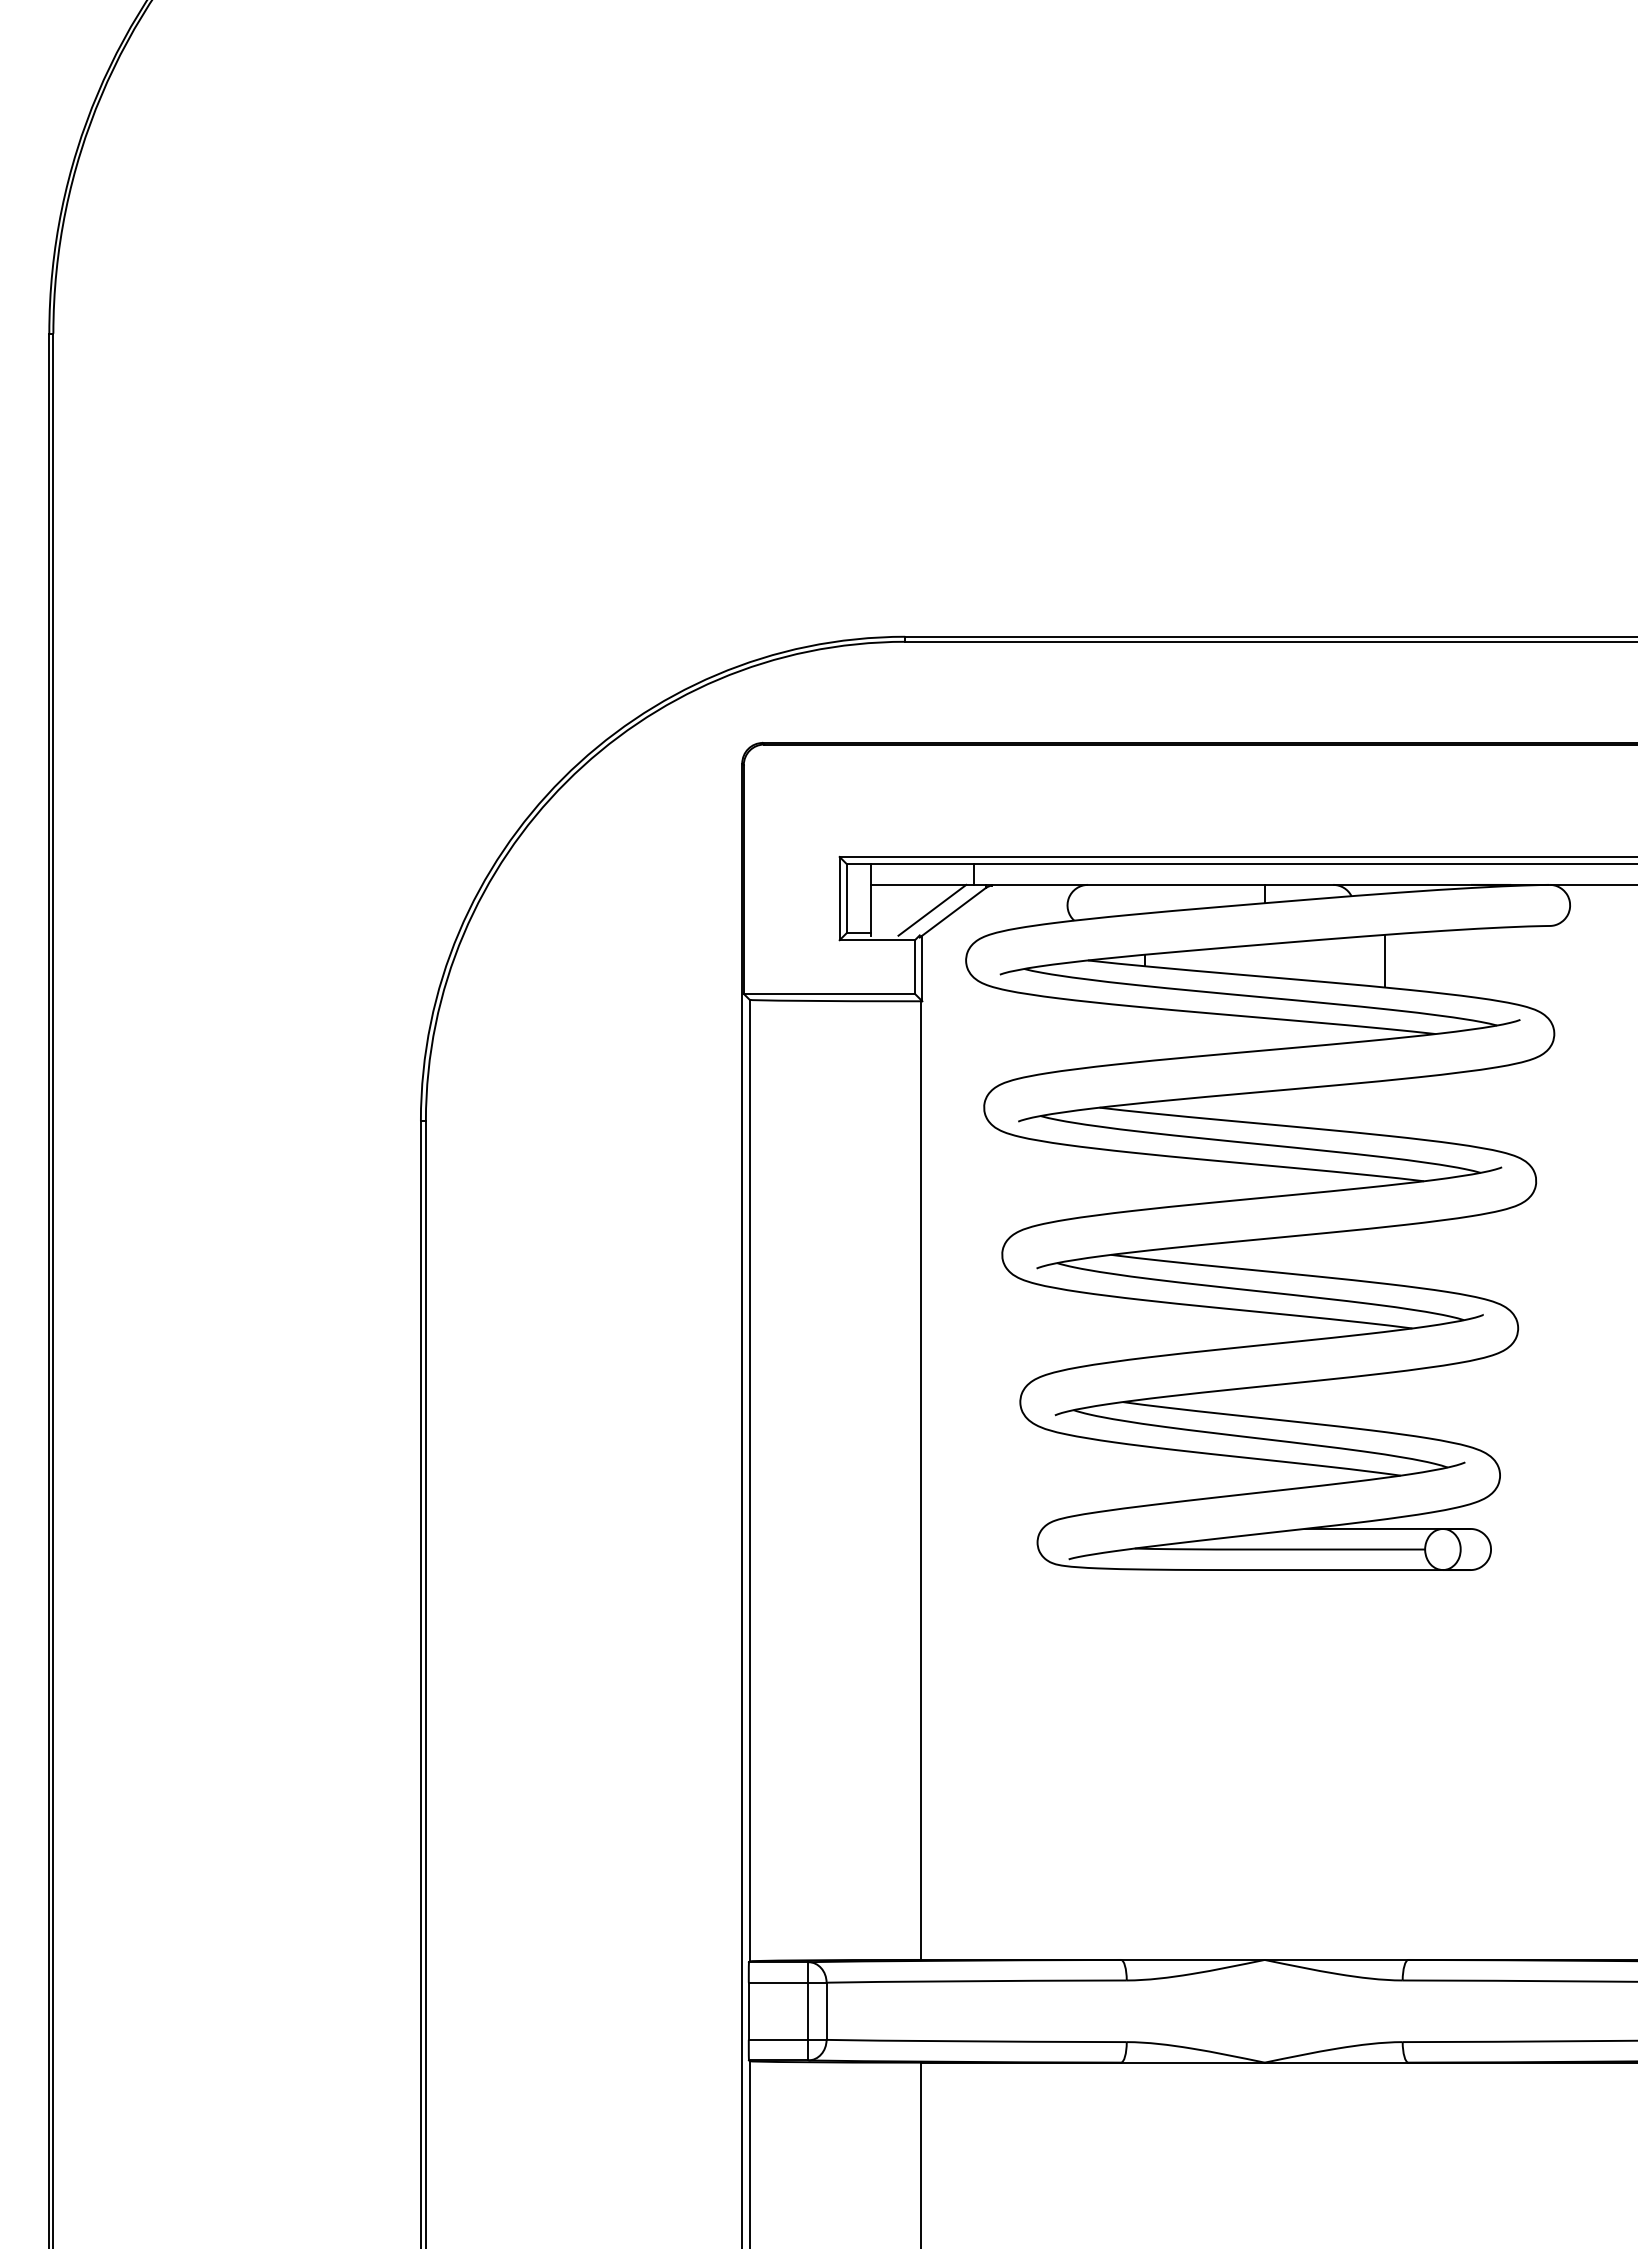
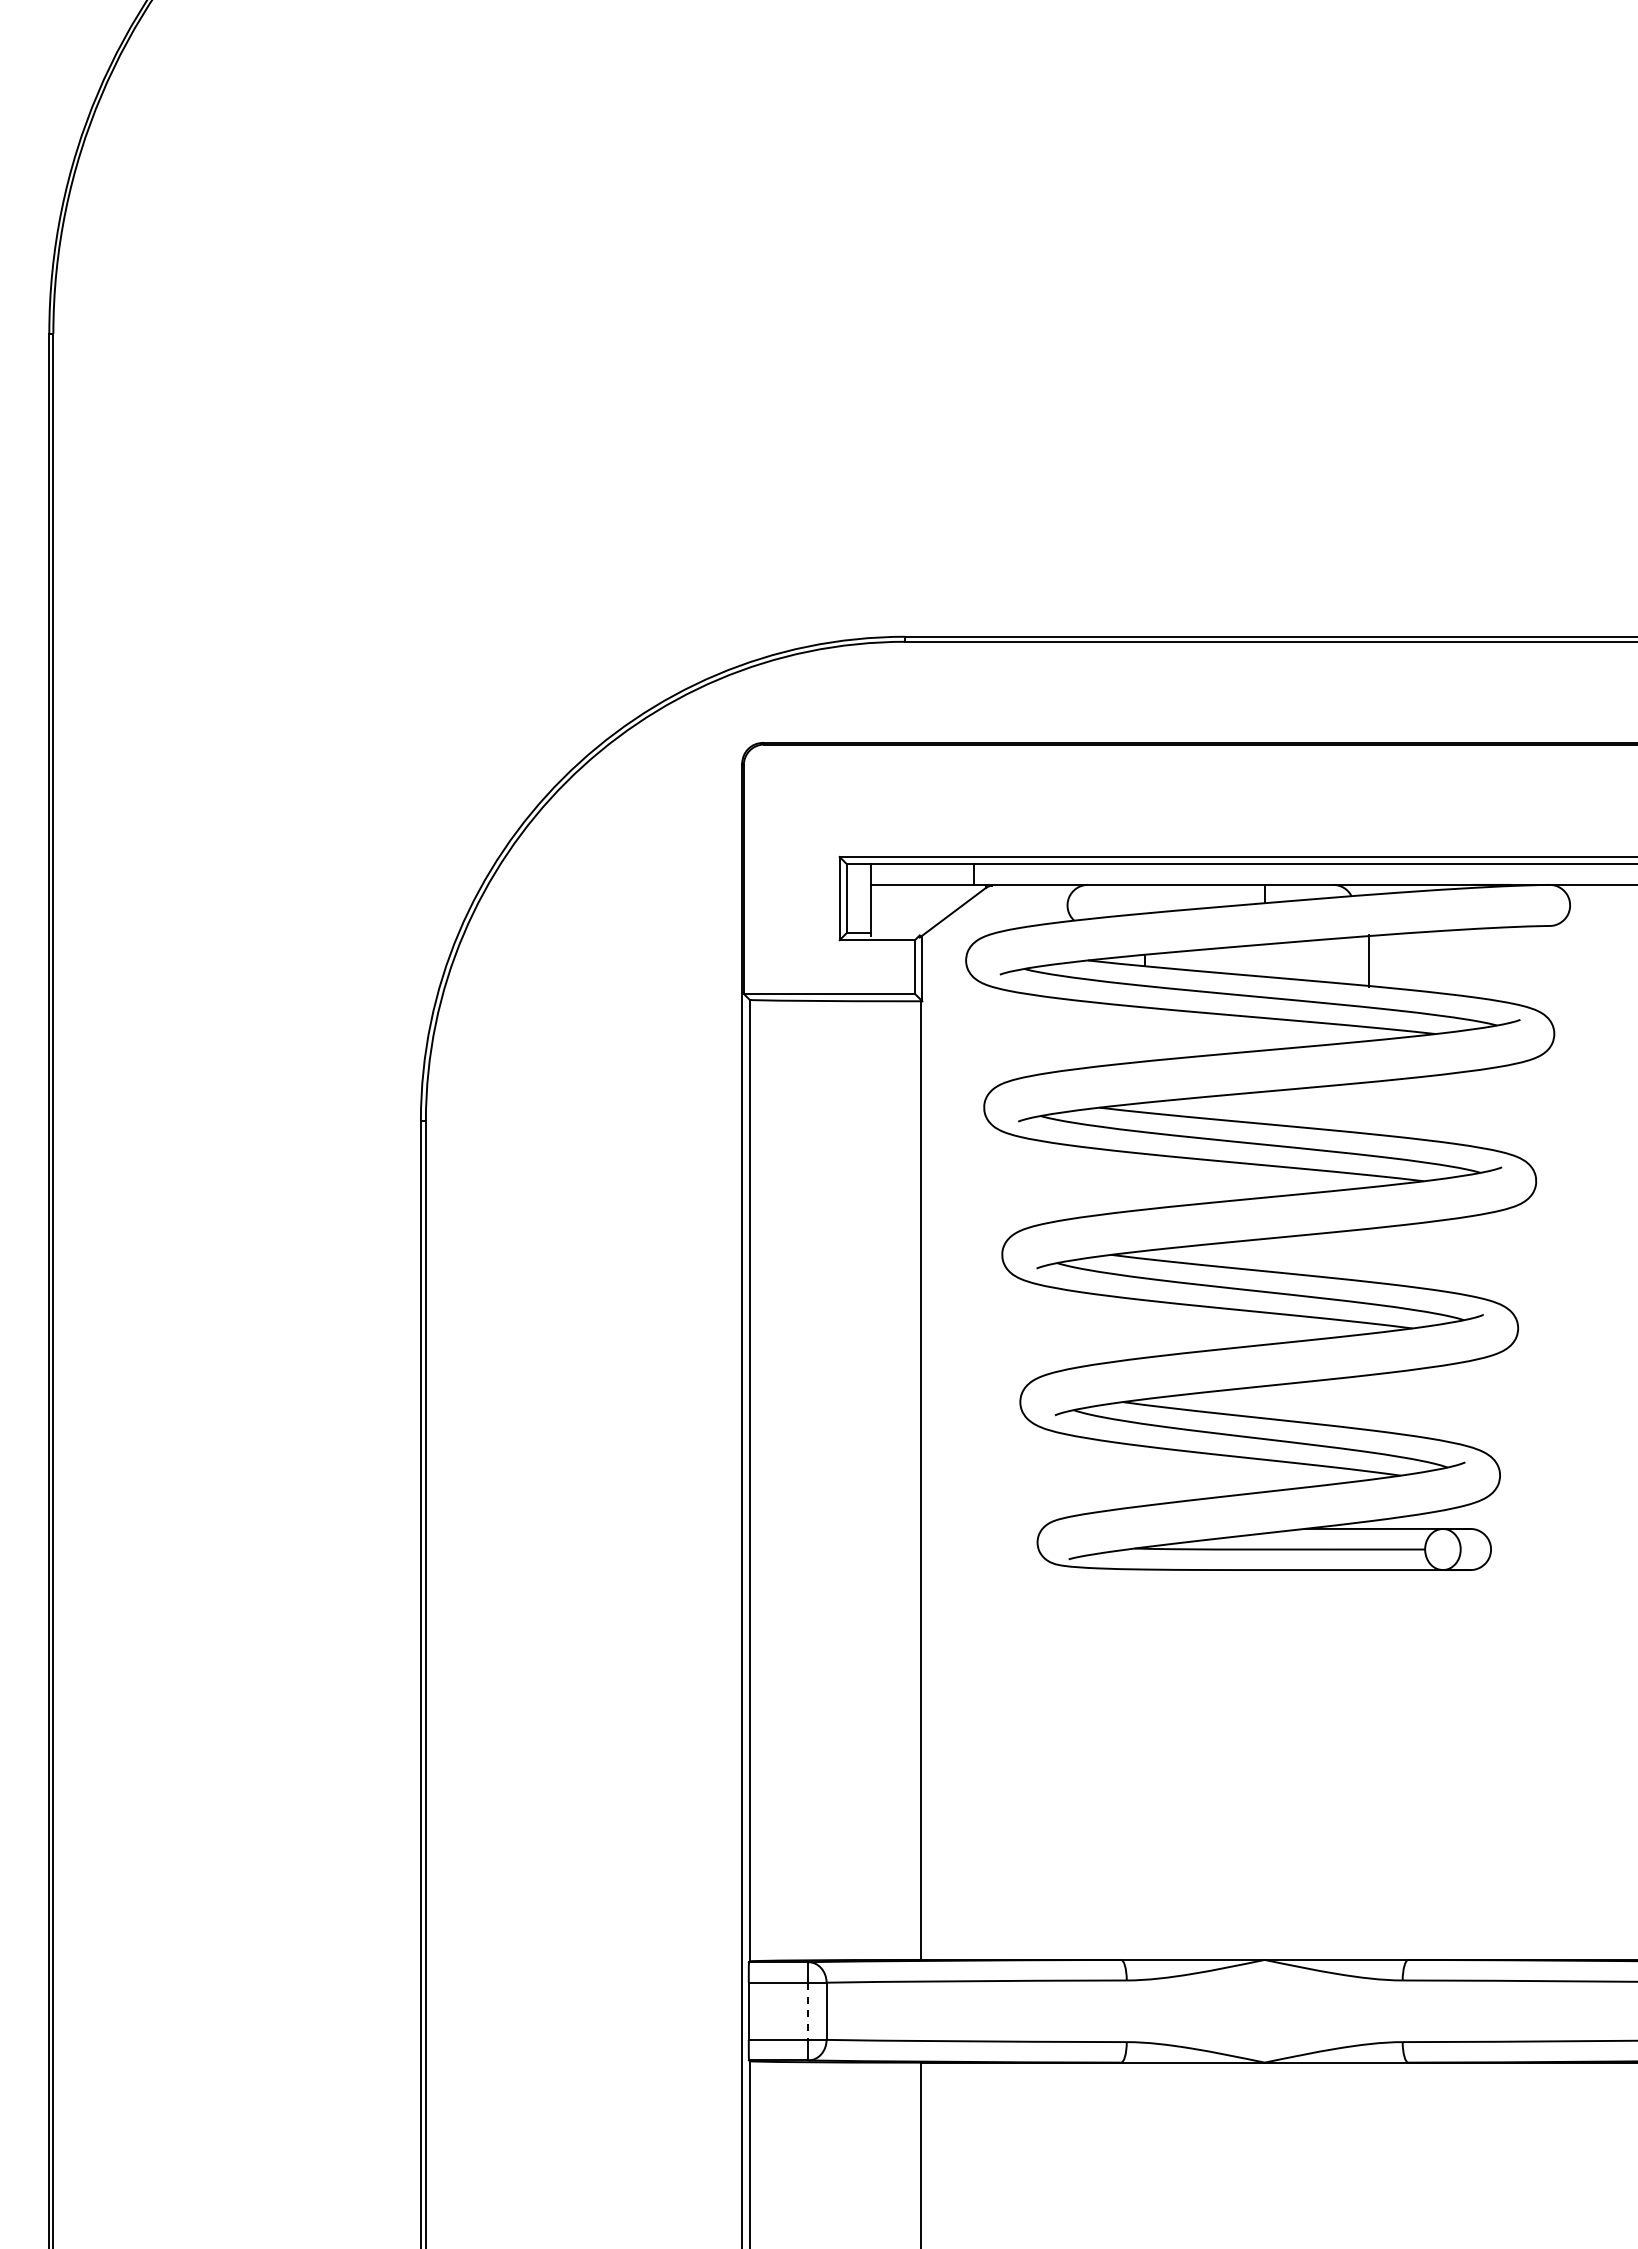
line at (932, 909): present -> none
line at (1384, 960) position: (1384, 960) -> (1368, 960)
line at (808, 2011): solid -> dashed
